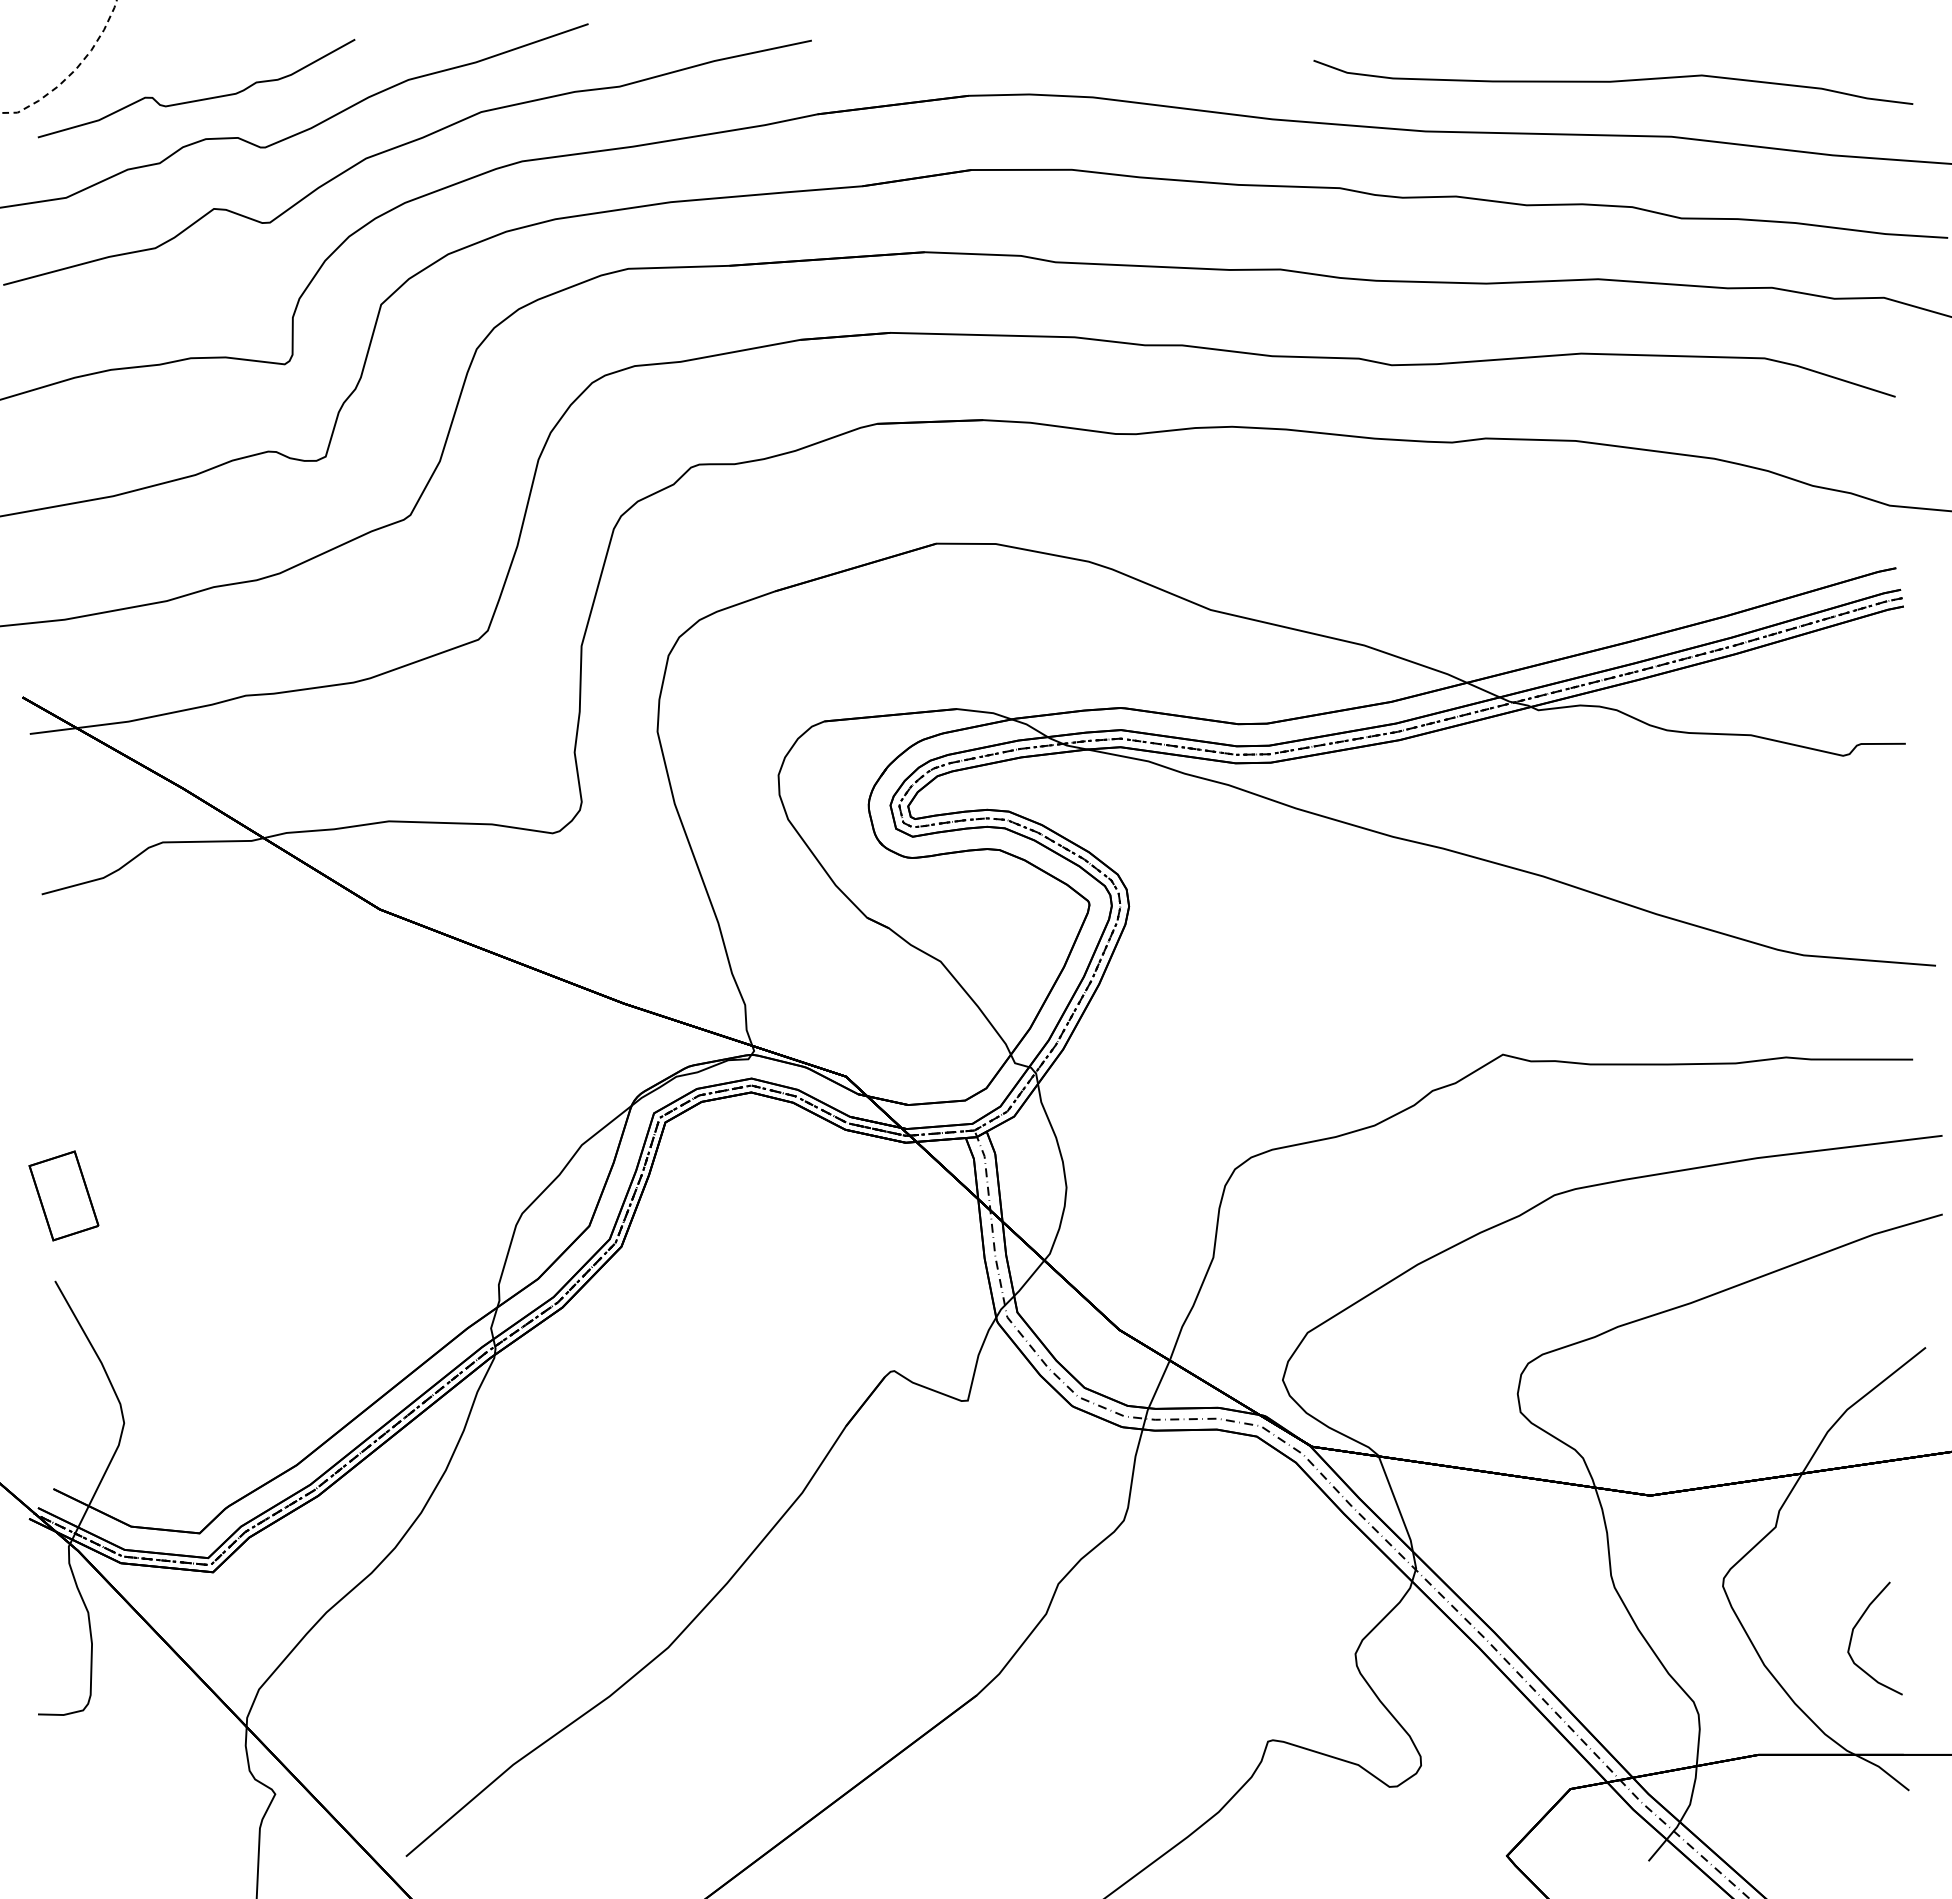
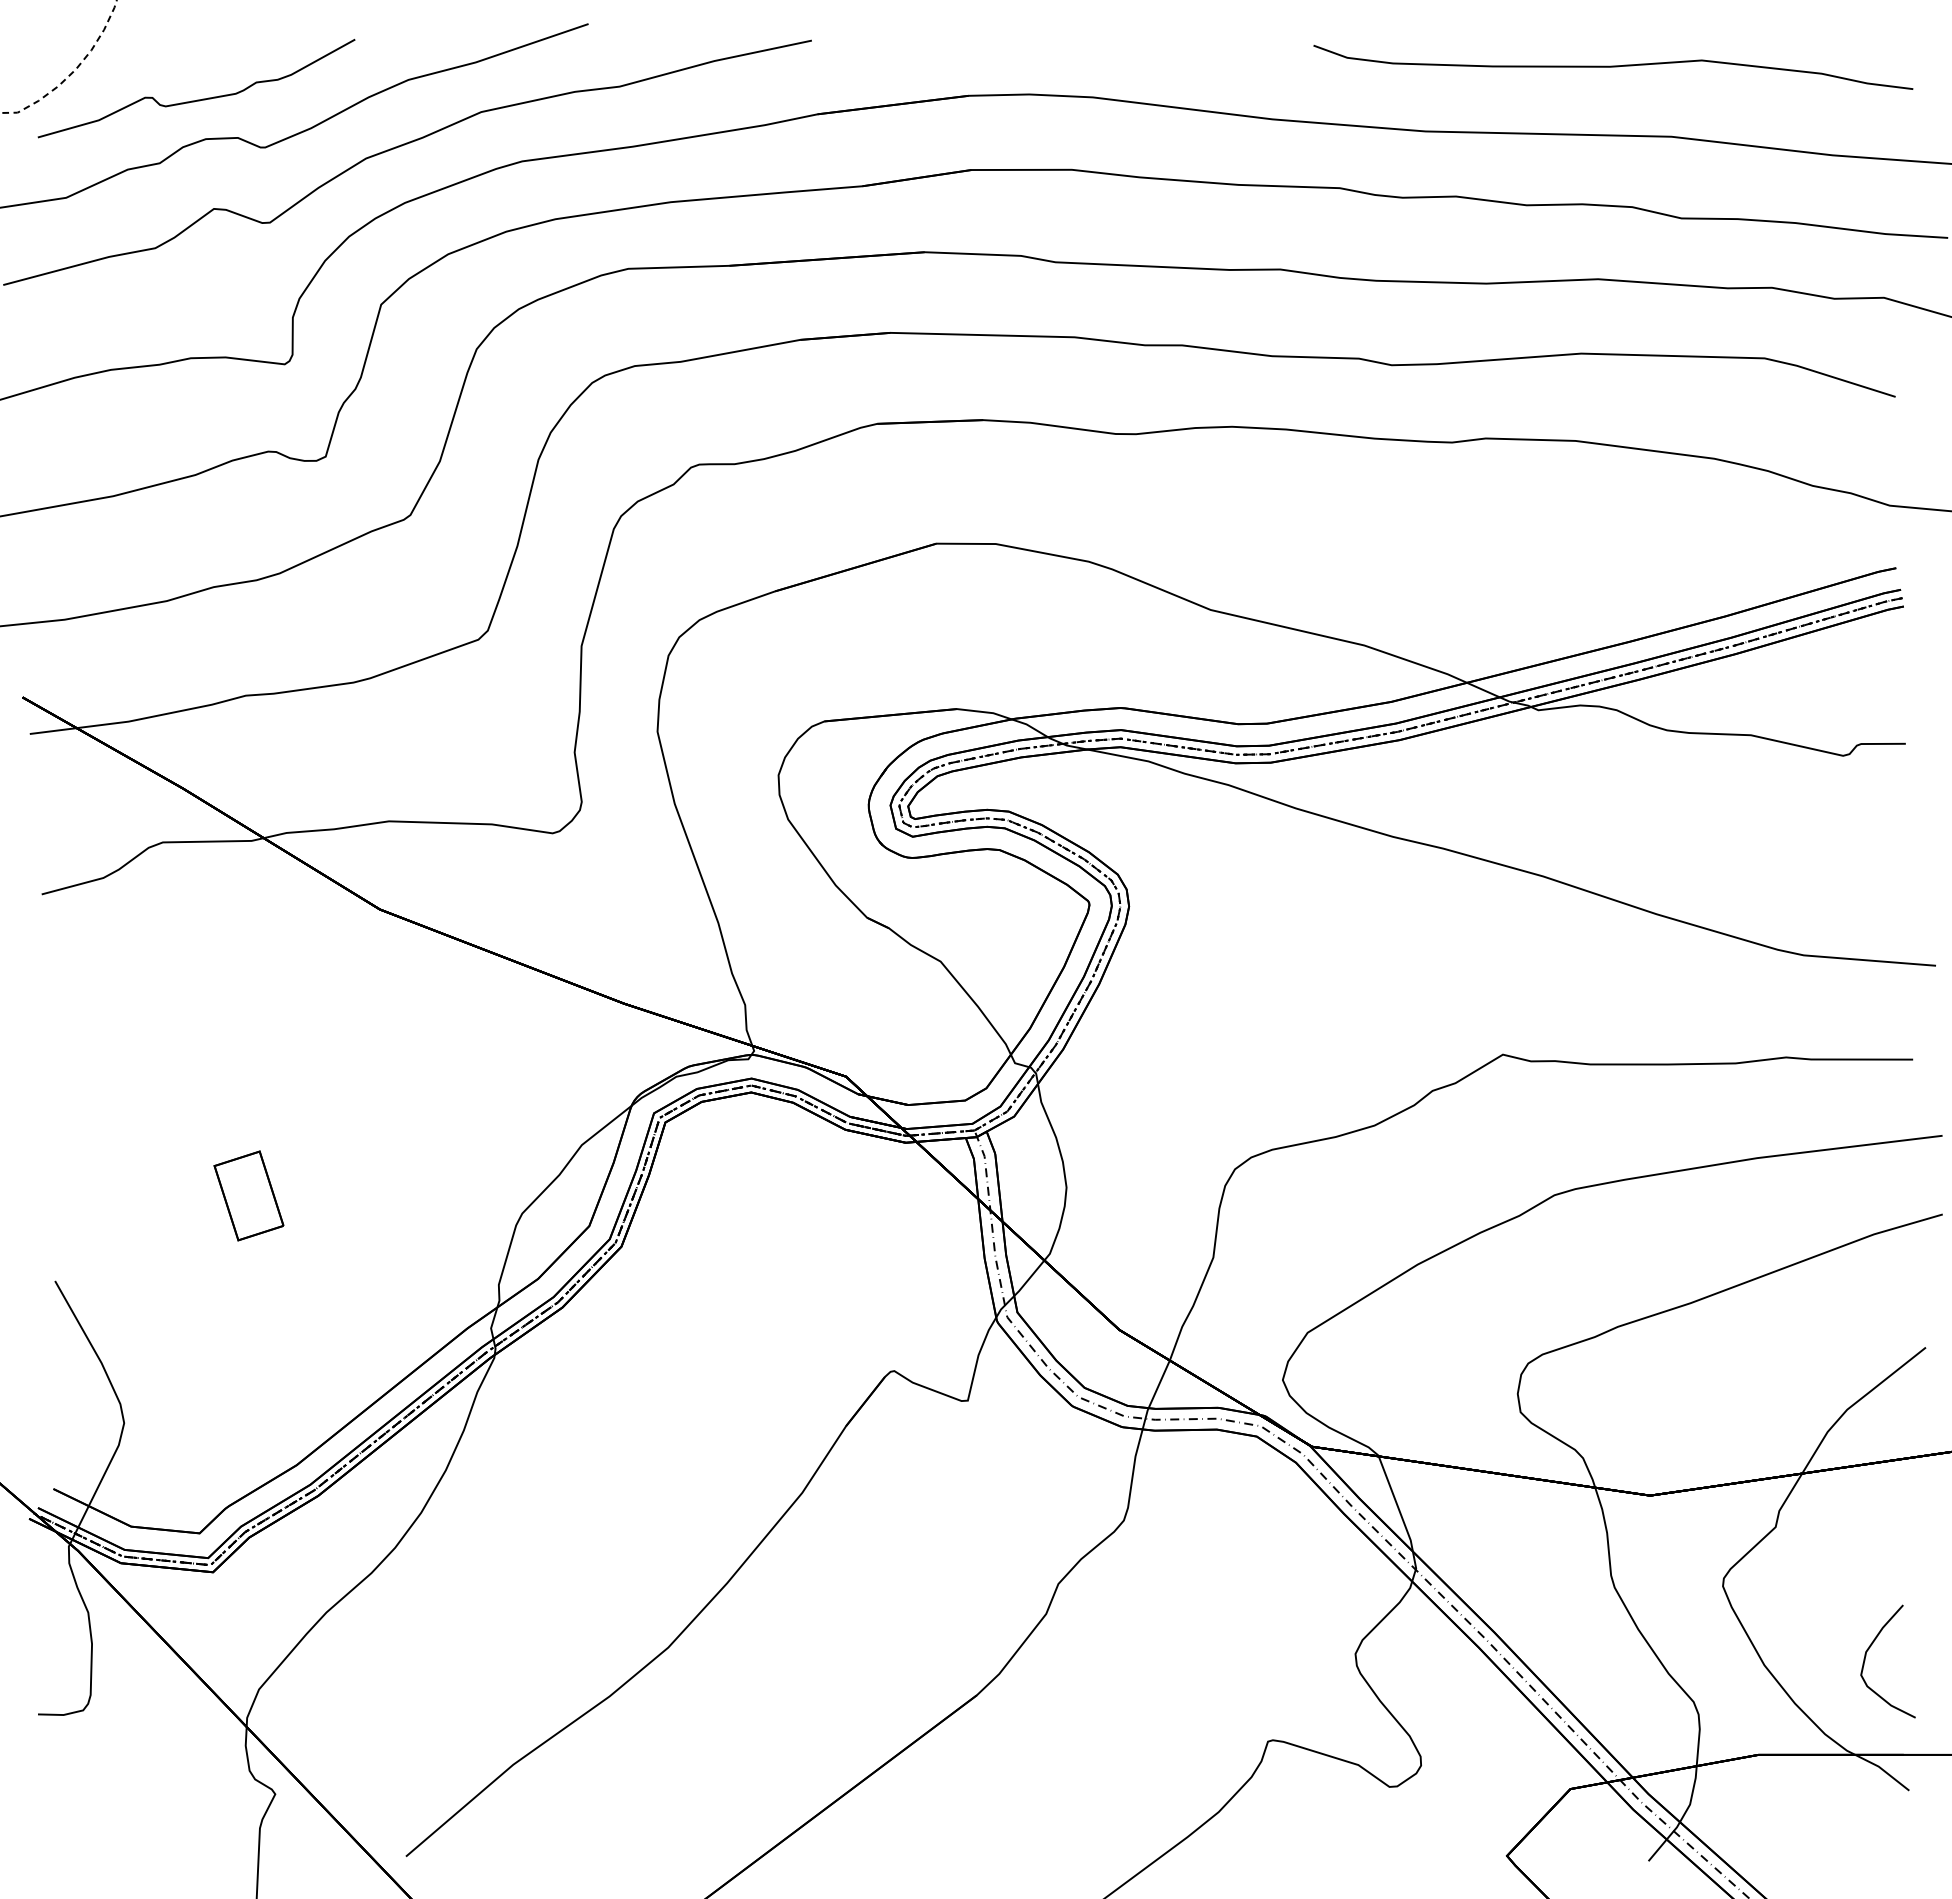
curve at (1613, 81) position: (1613, 81) -> (1613, 66)
part at (63, 1195) position: (63, 1195) -> (248, 1195)
curve at (1853, 1633) position: (1853, 1633) -> (1866, 1656)
